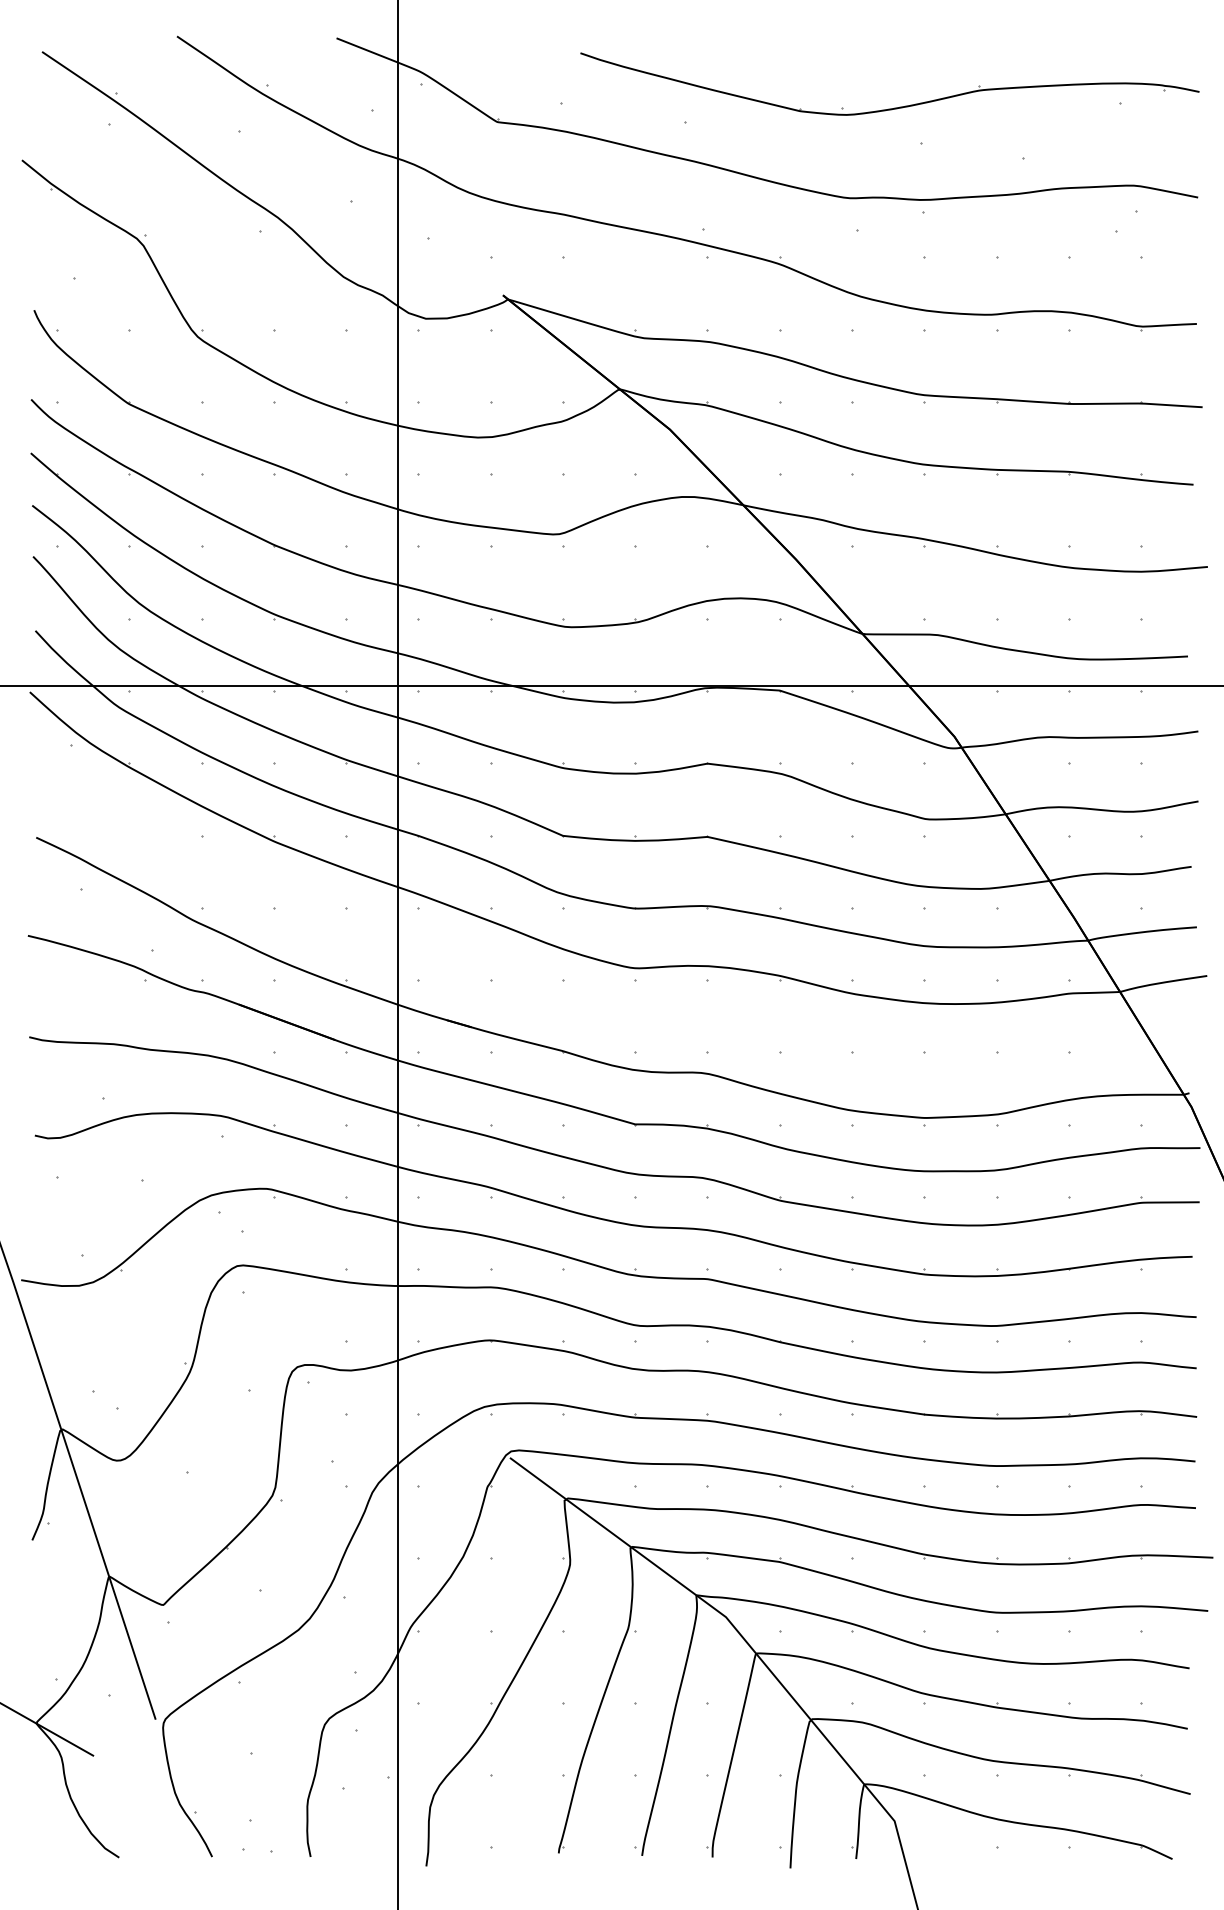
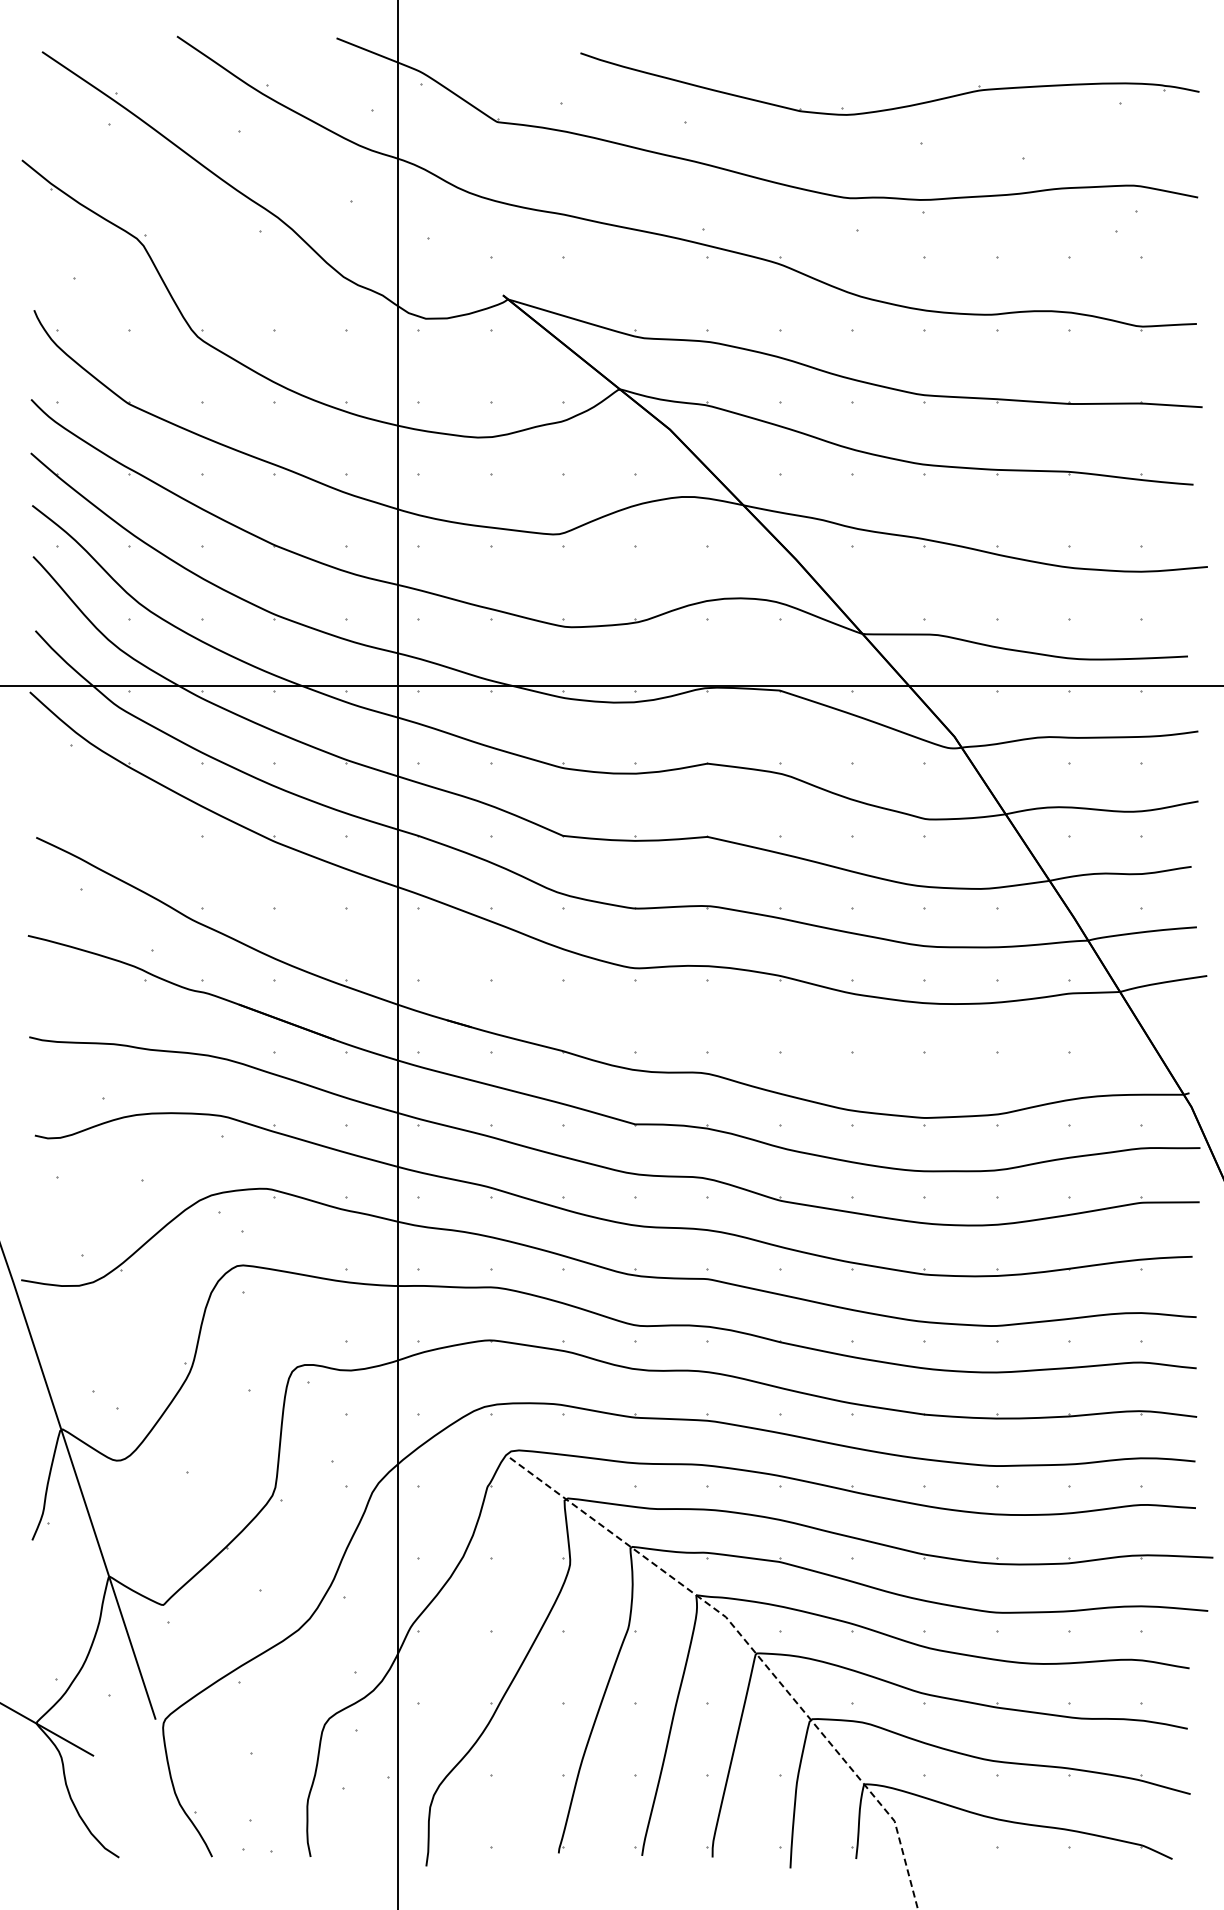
line at (754, 1651): solid -> dashed
